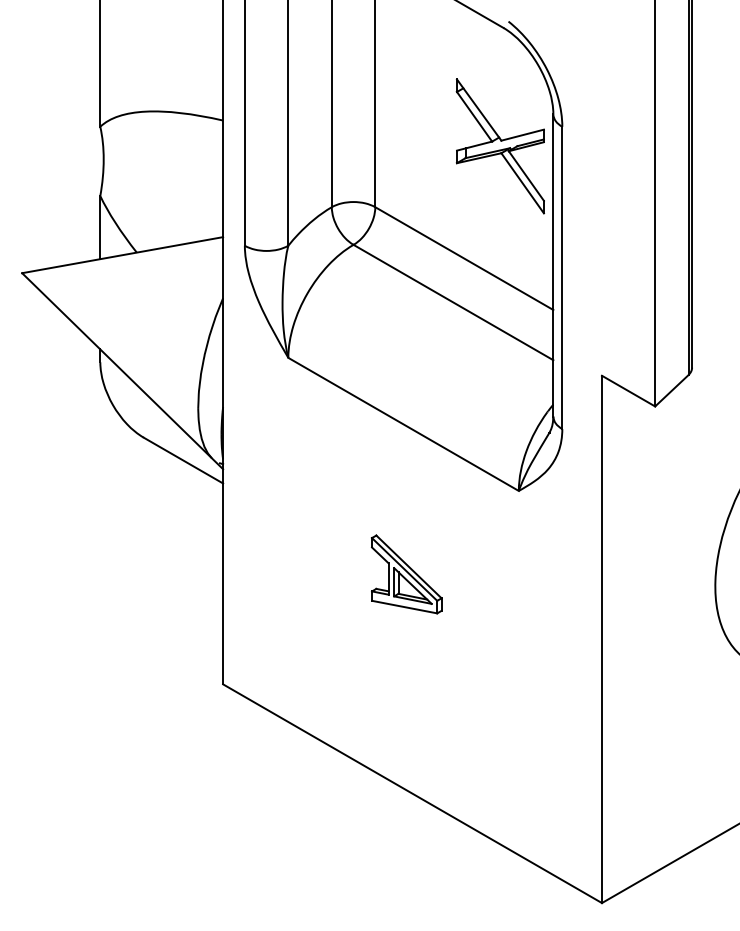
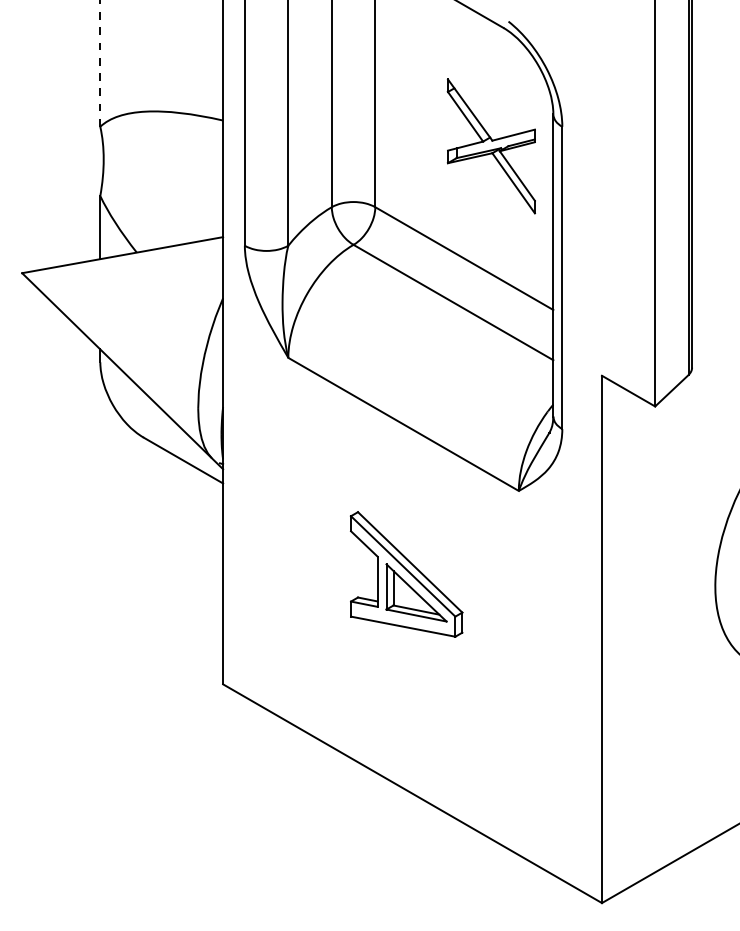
line at (100, 63): solid -> dashed
part at (499, 146) position: (499, 146) -> (490, 146)
part at (406, 574) size: 72x81 px -> 115x127 px
